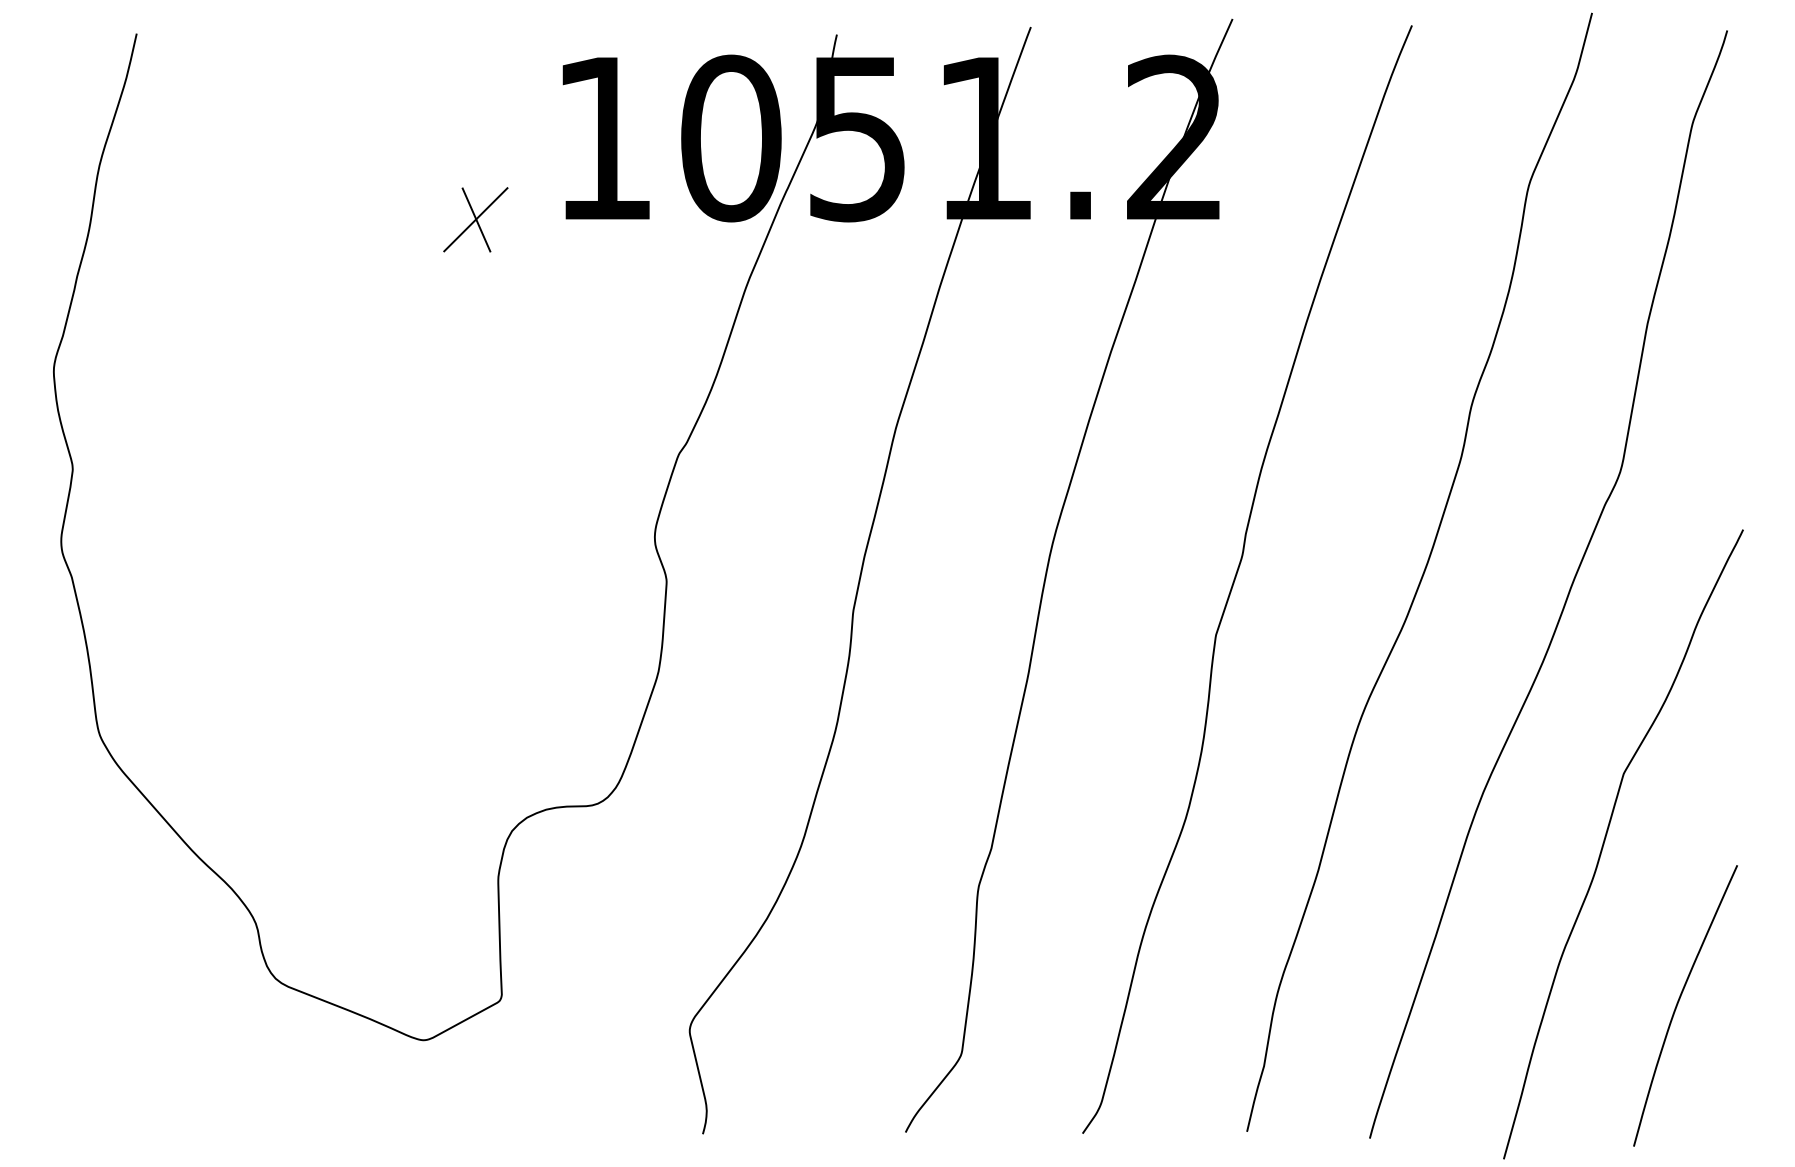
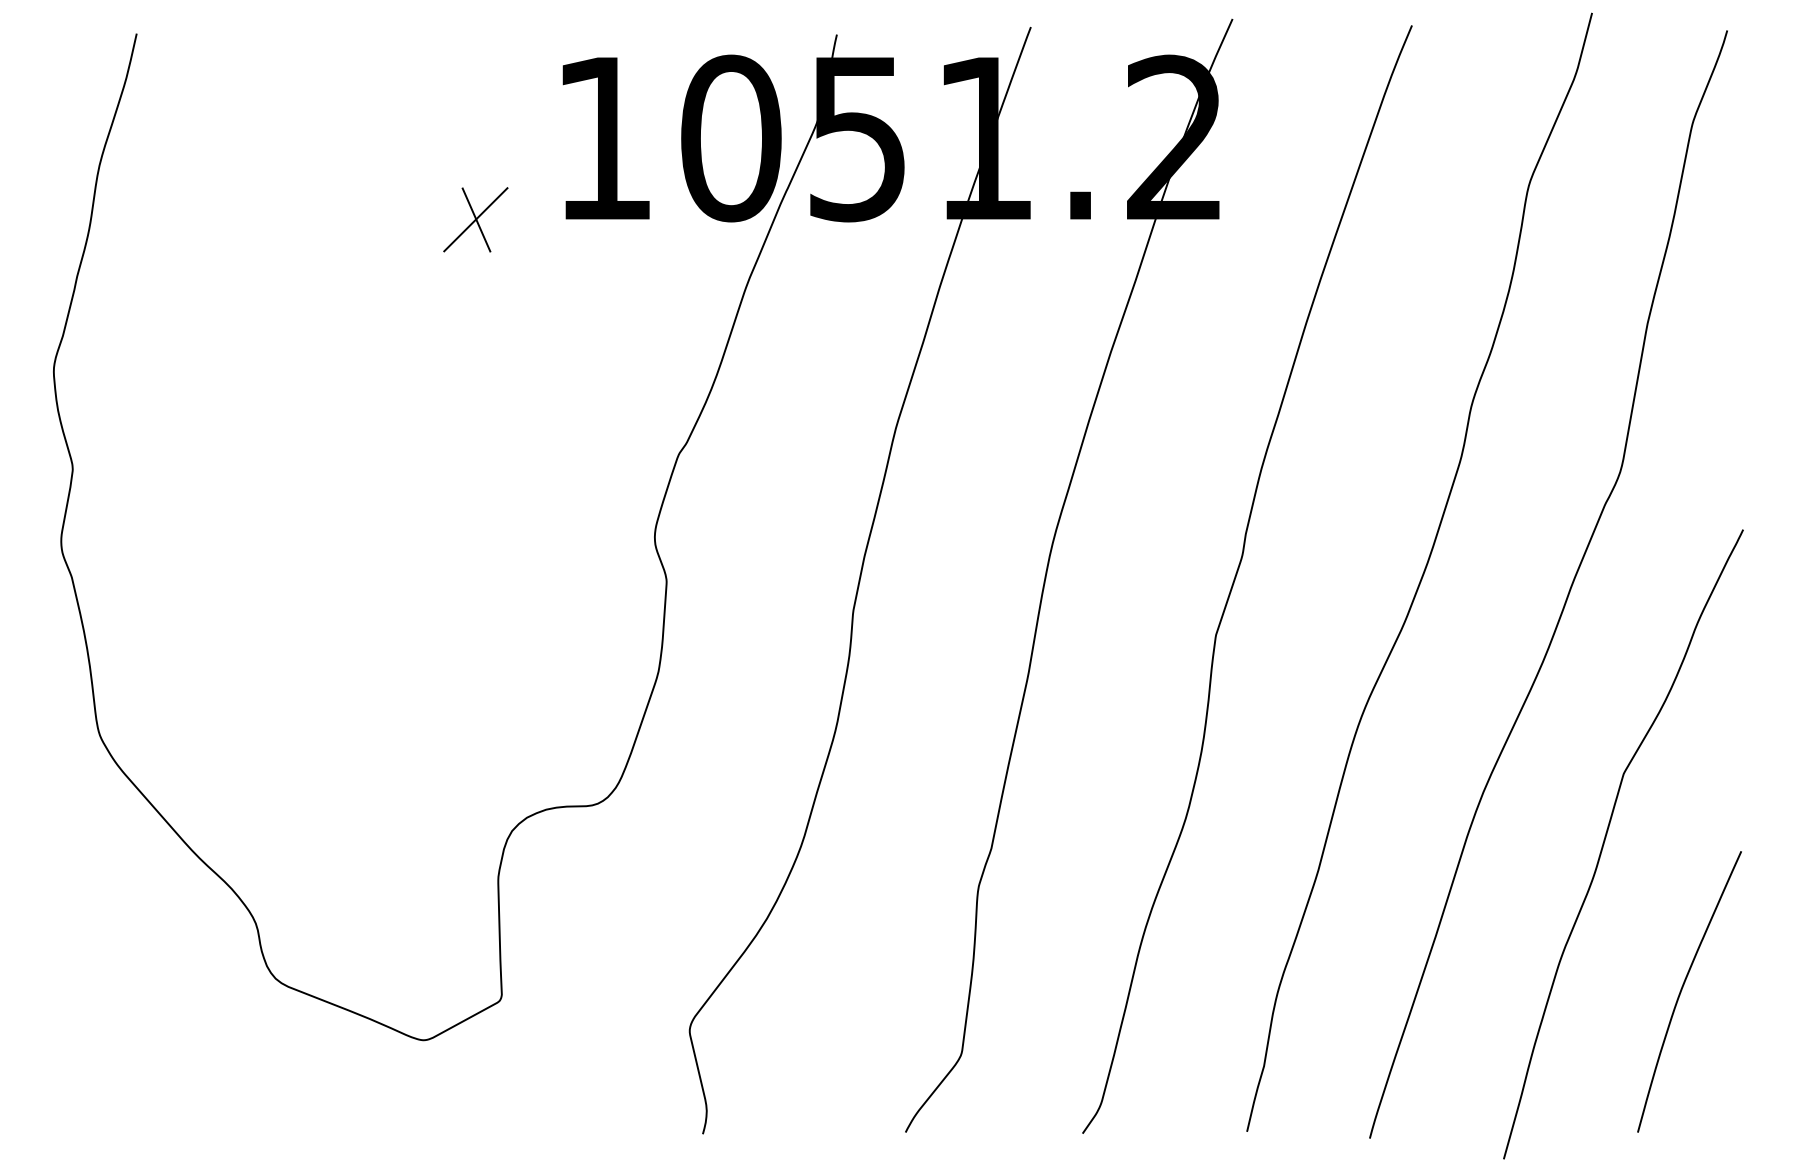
curve at (1678, 1004) position: (1678, 1004) -> (1682, 990)
